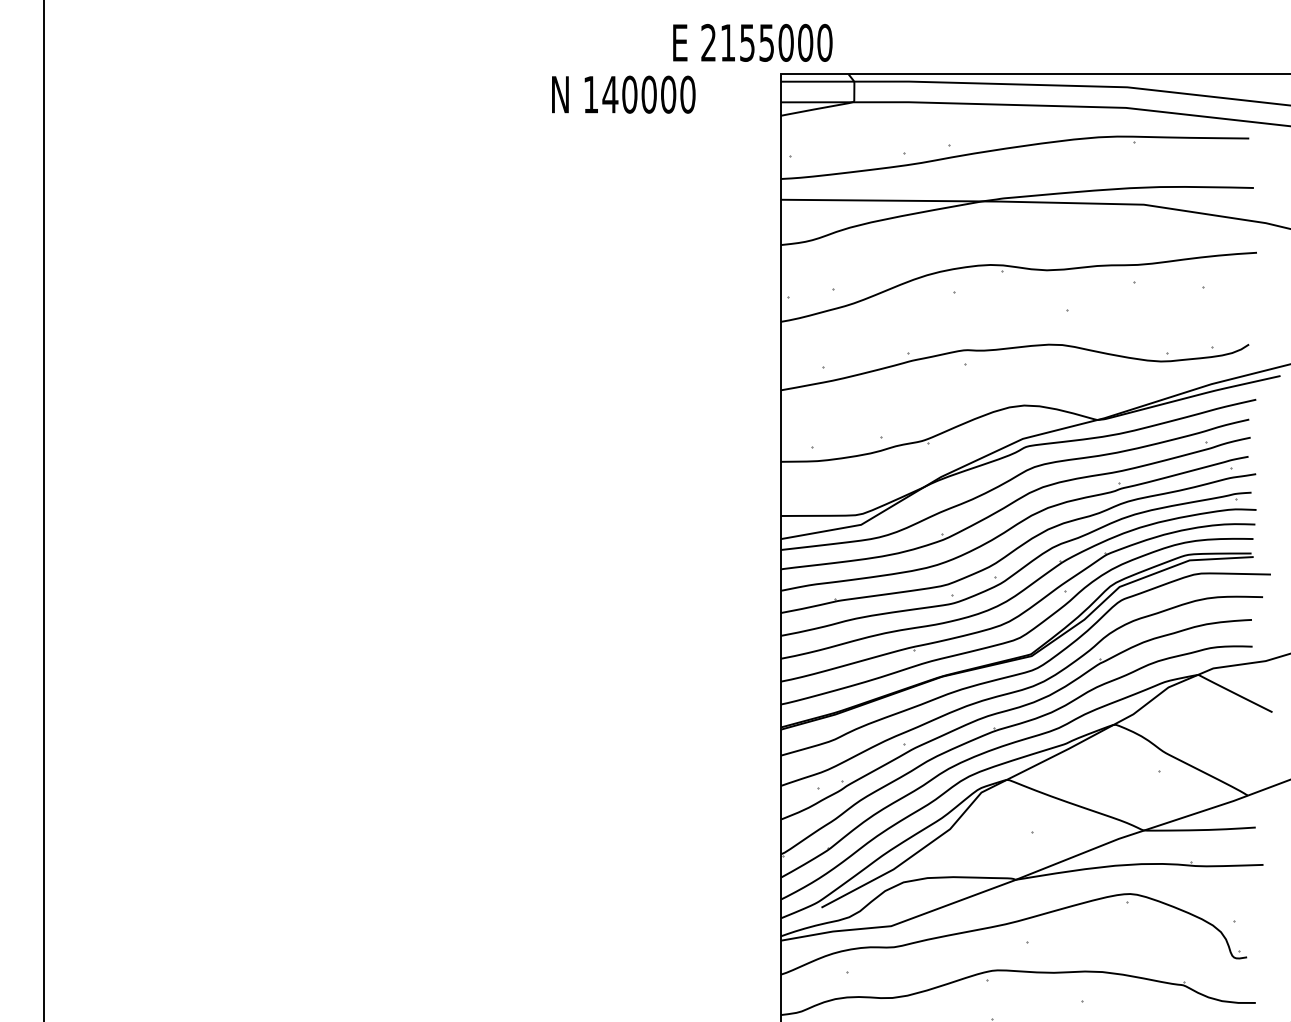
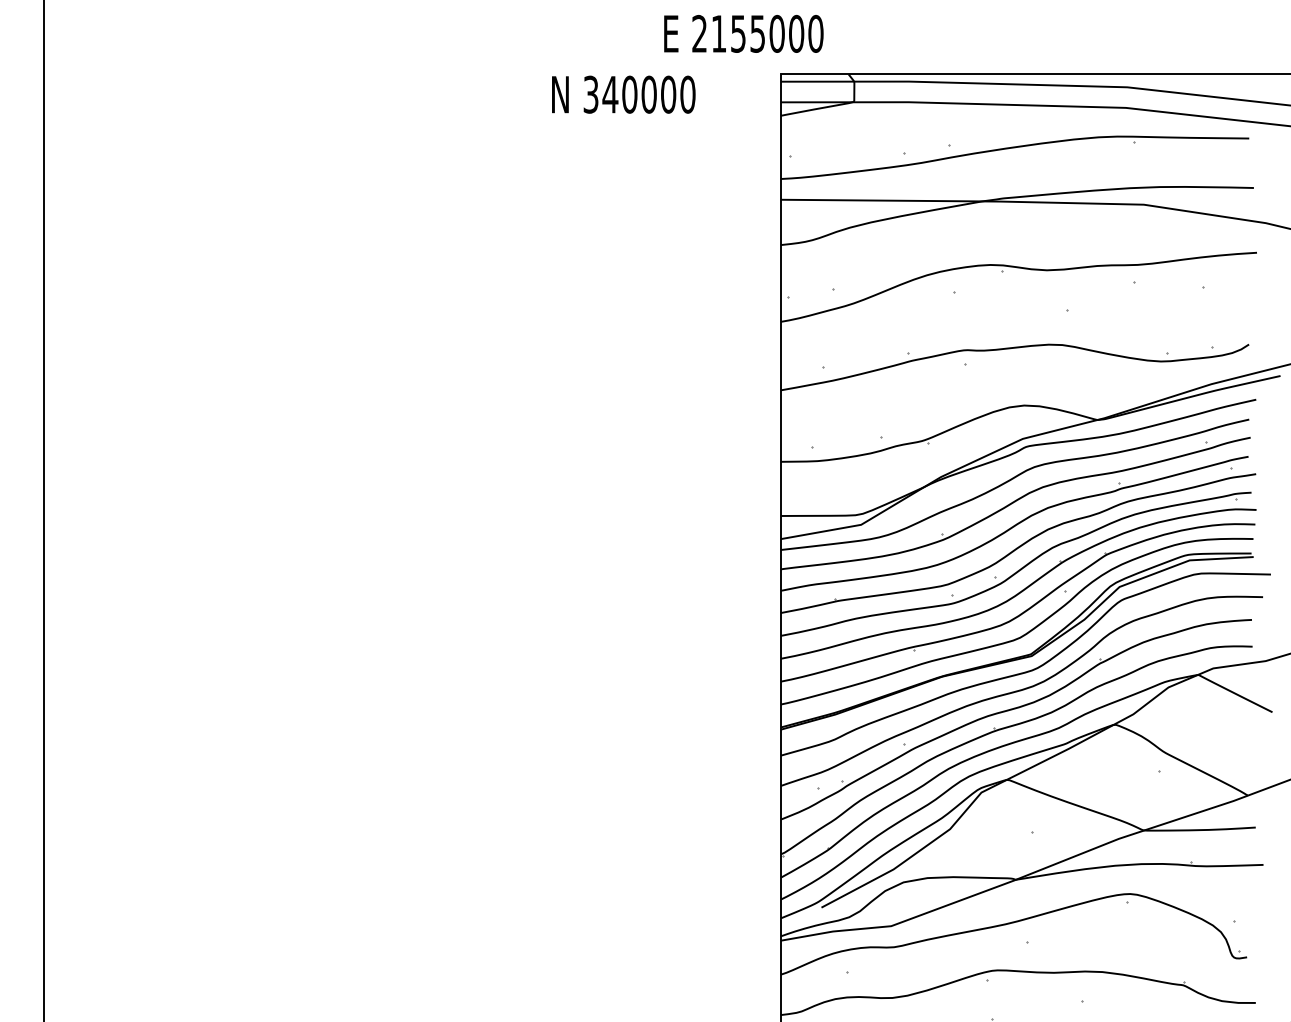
text at (752, 42) position: (752, 42) -> (743, 33)
text at (590, 94): 140000 -> 340000
